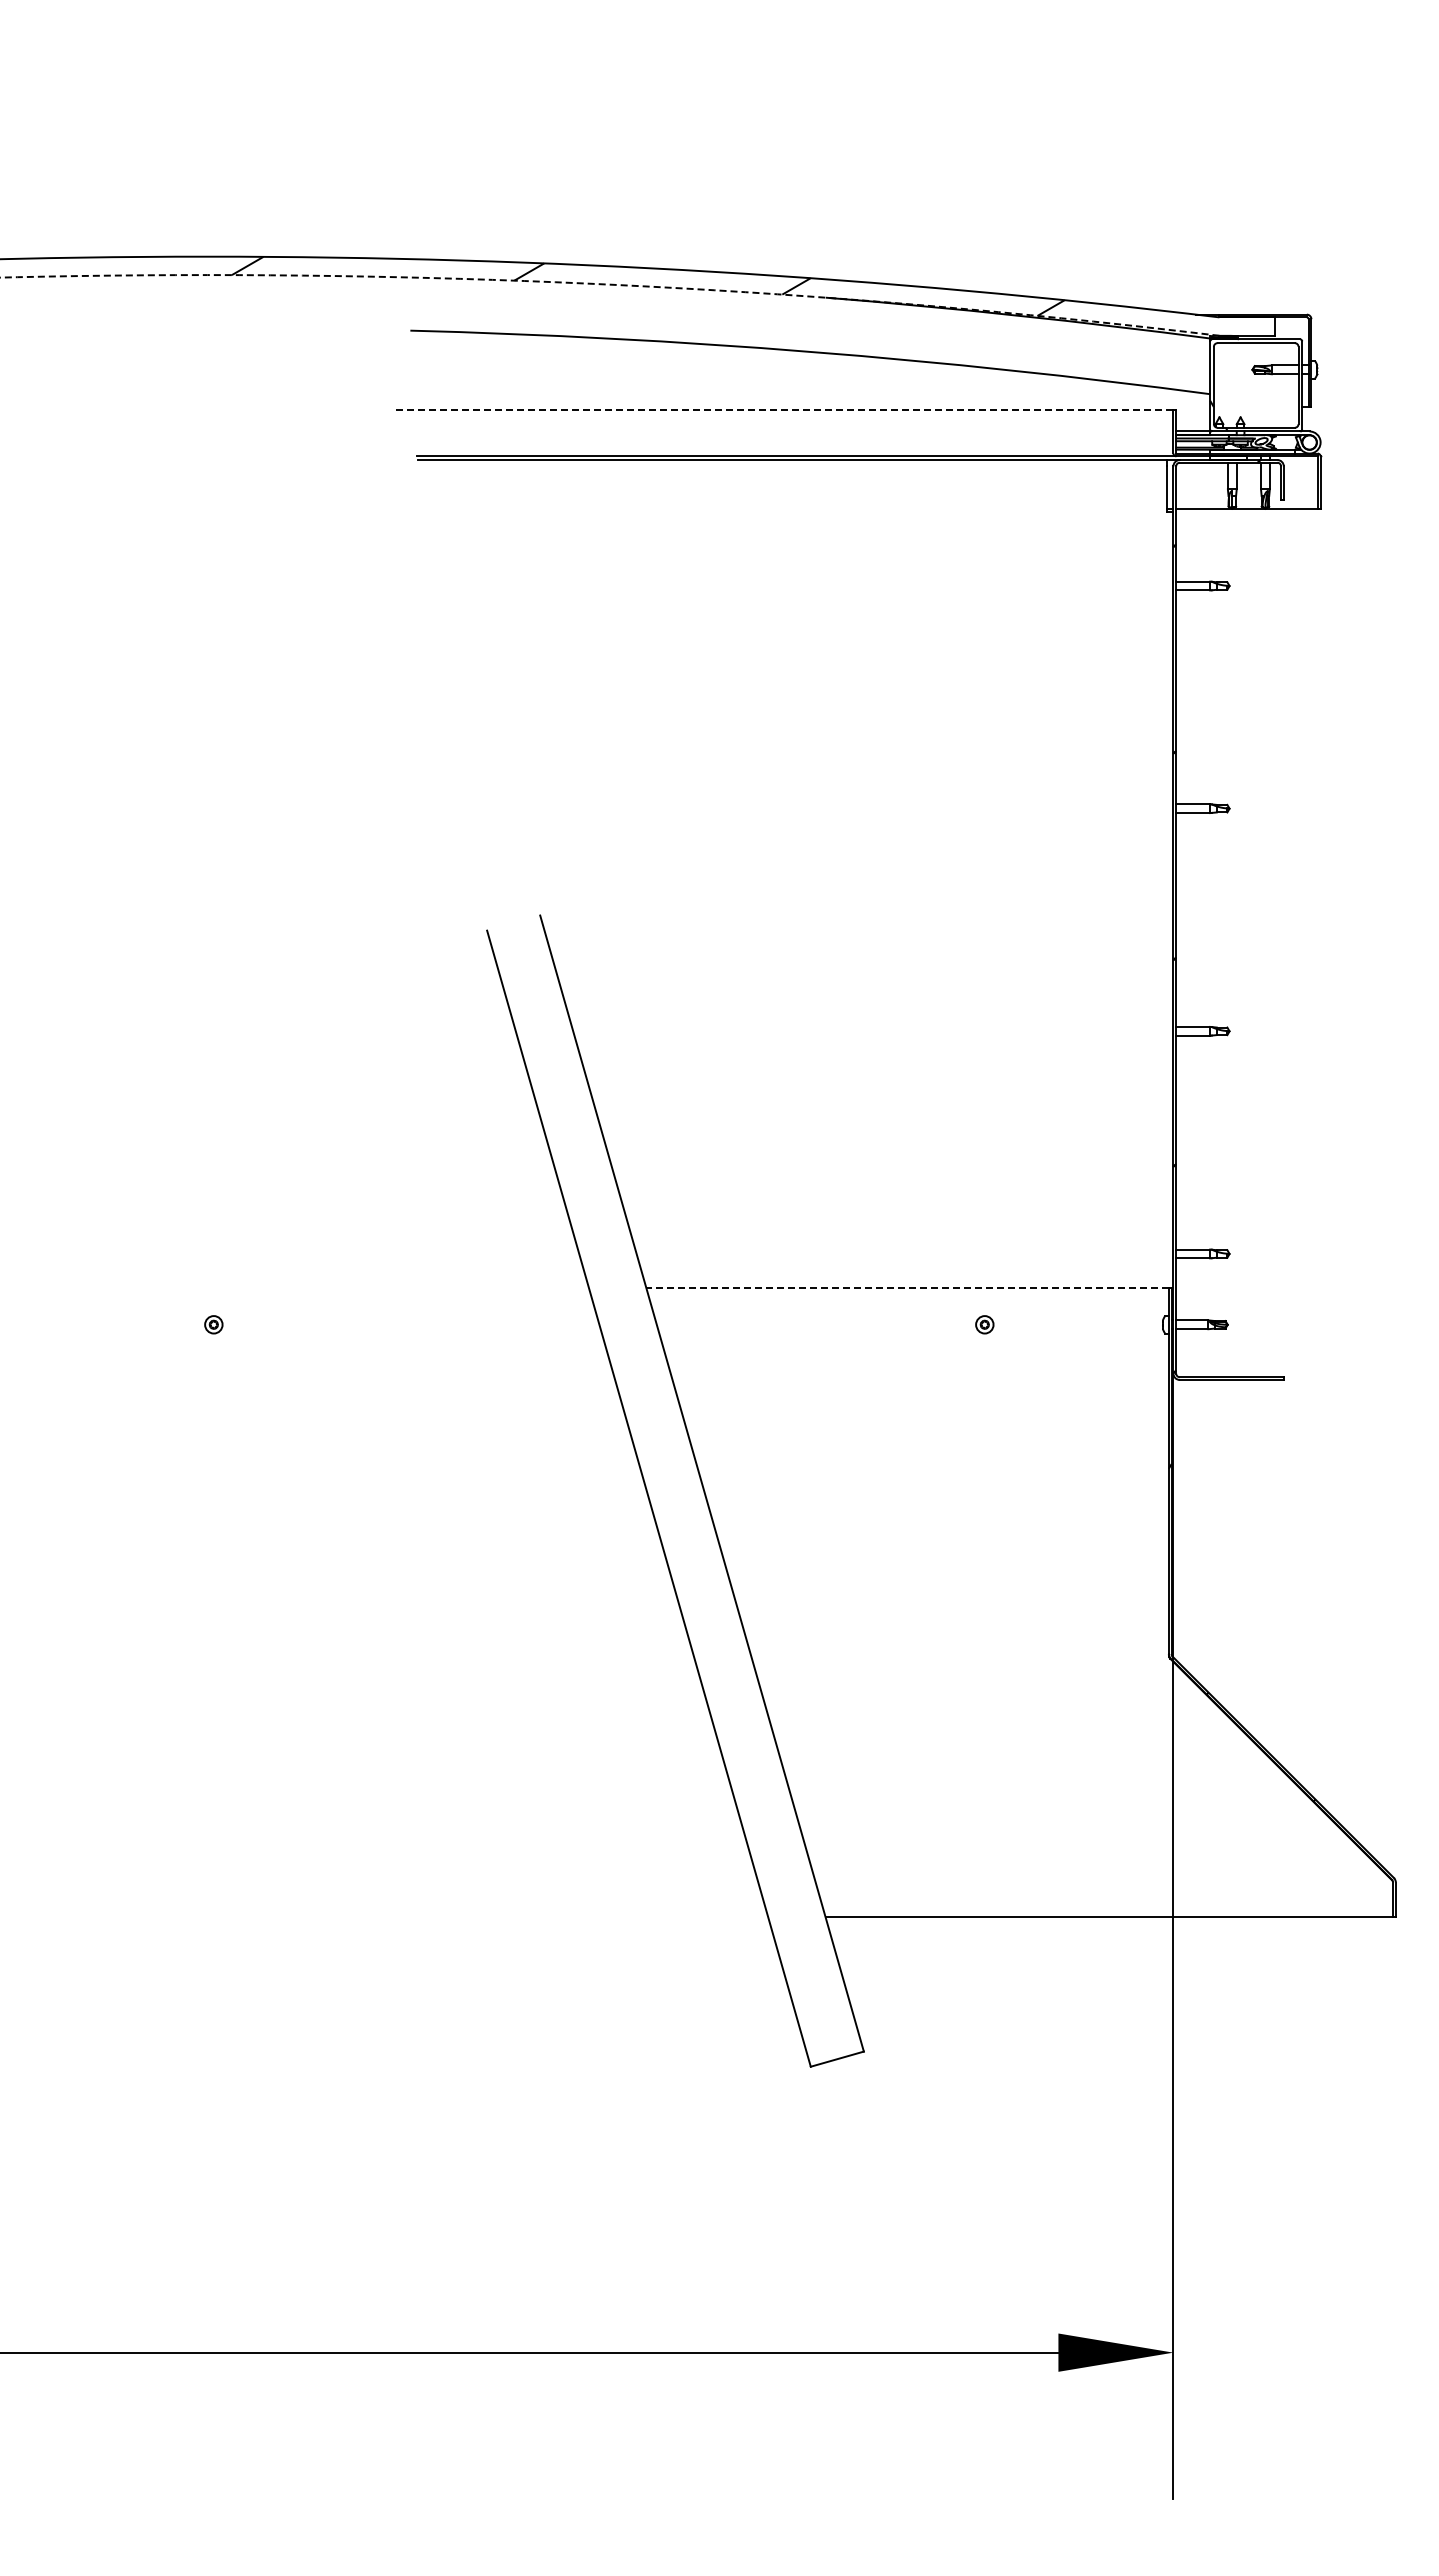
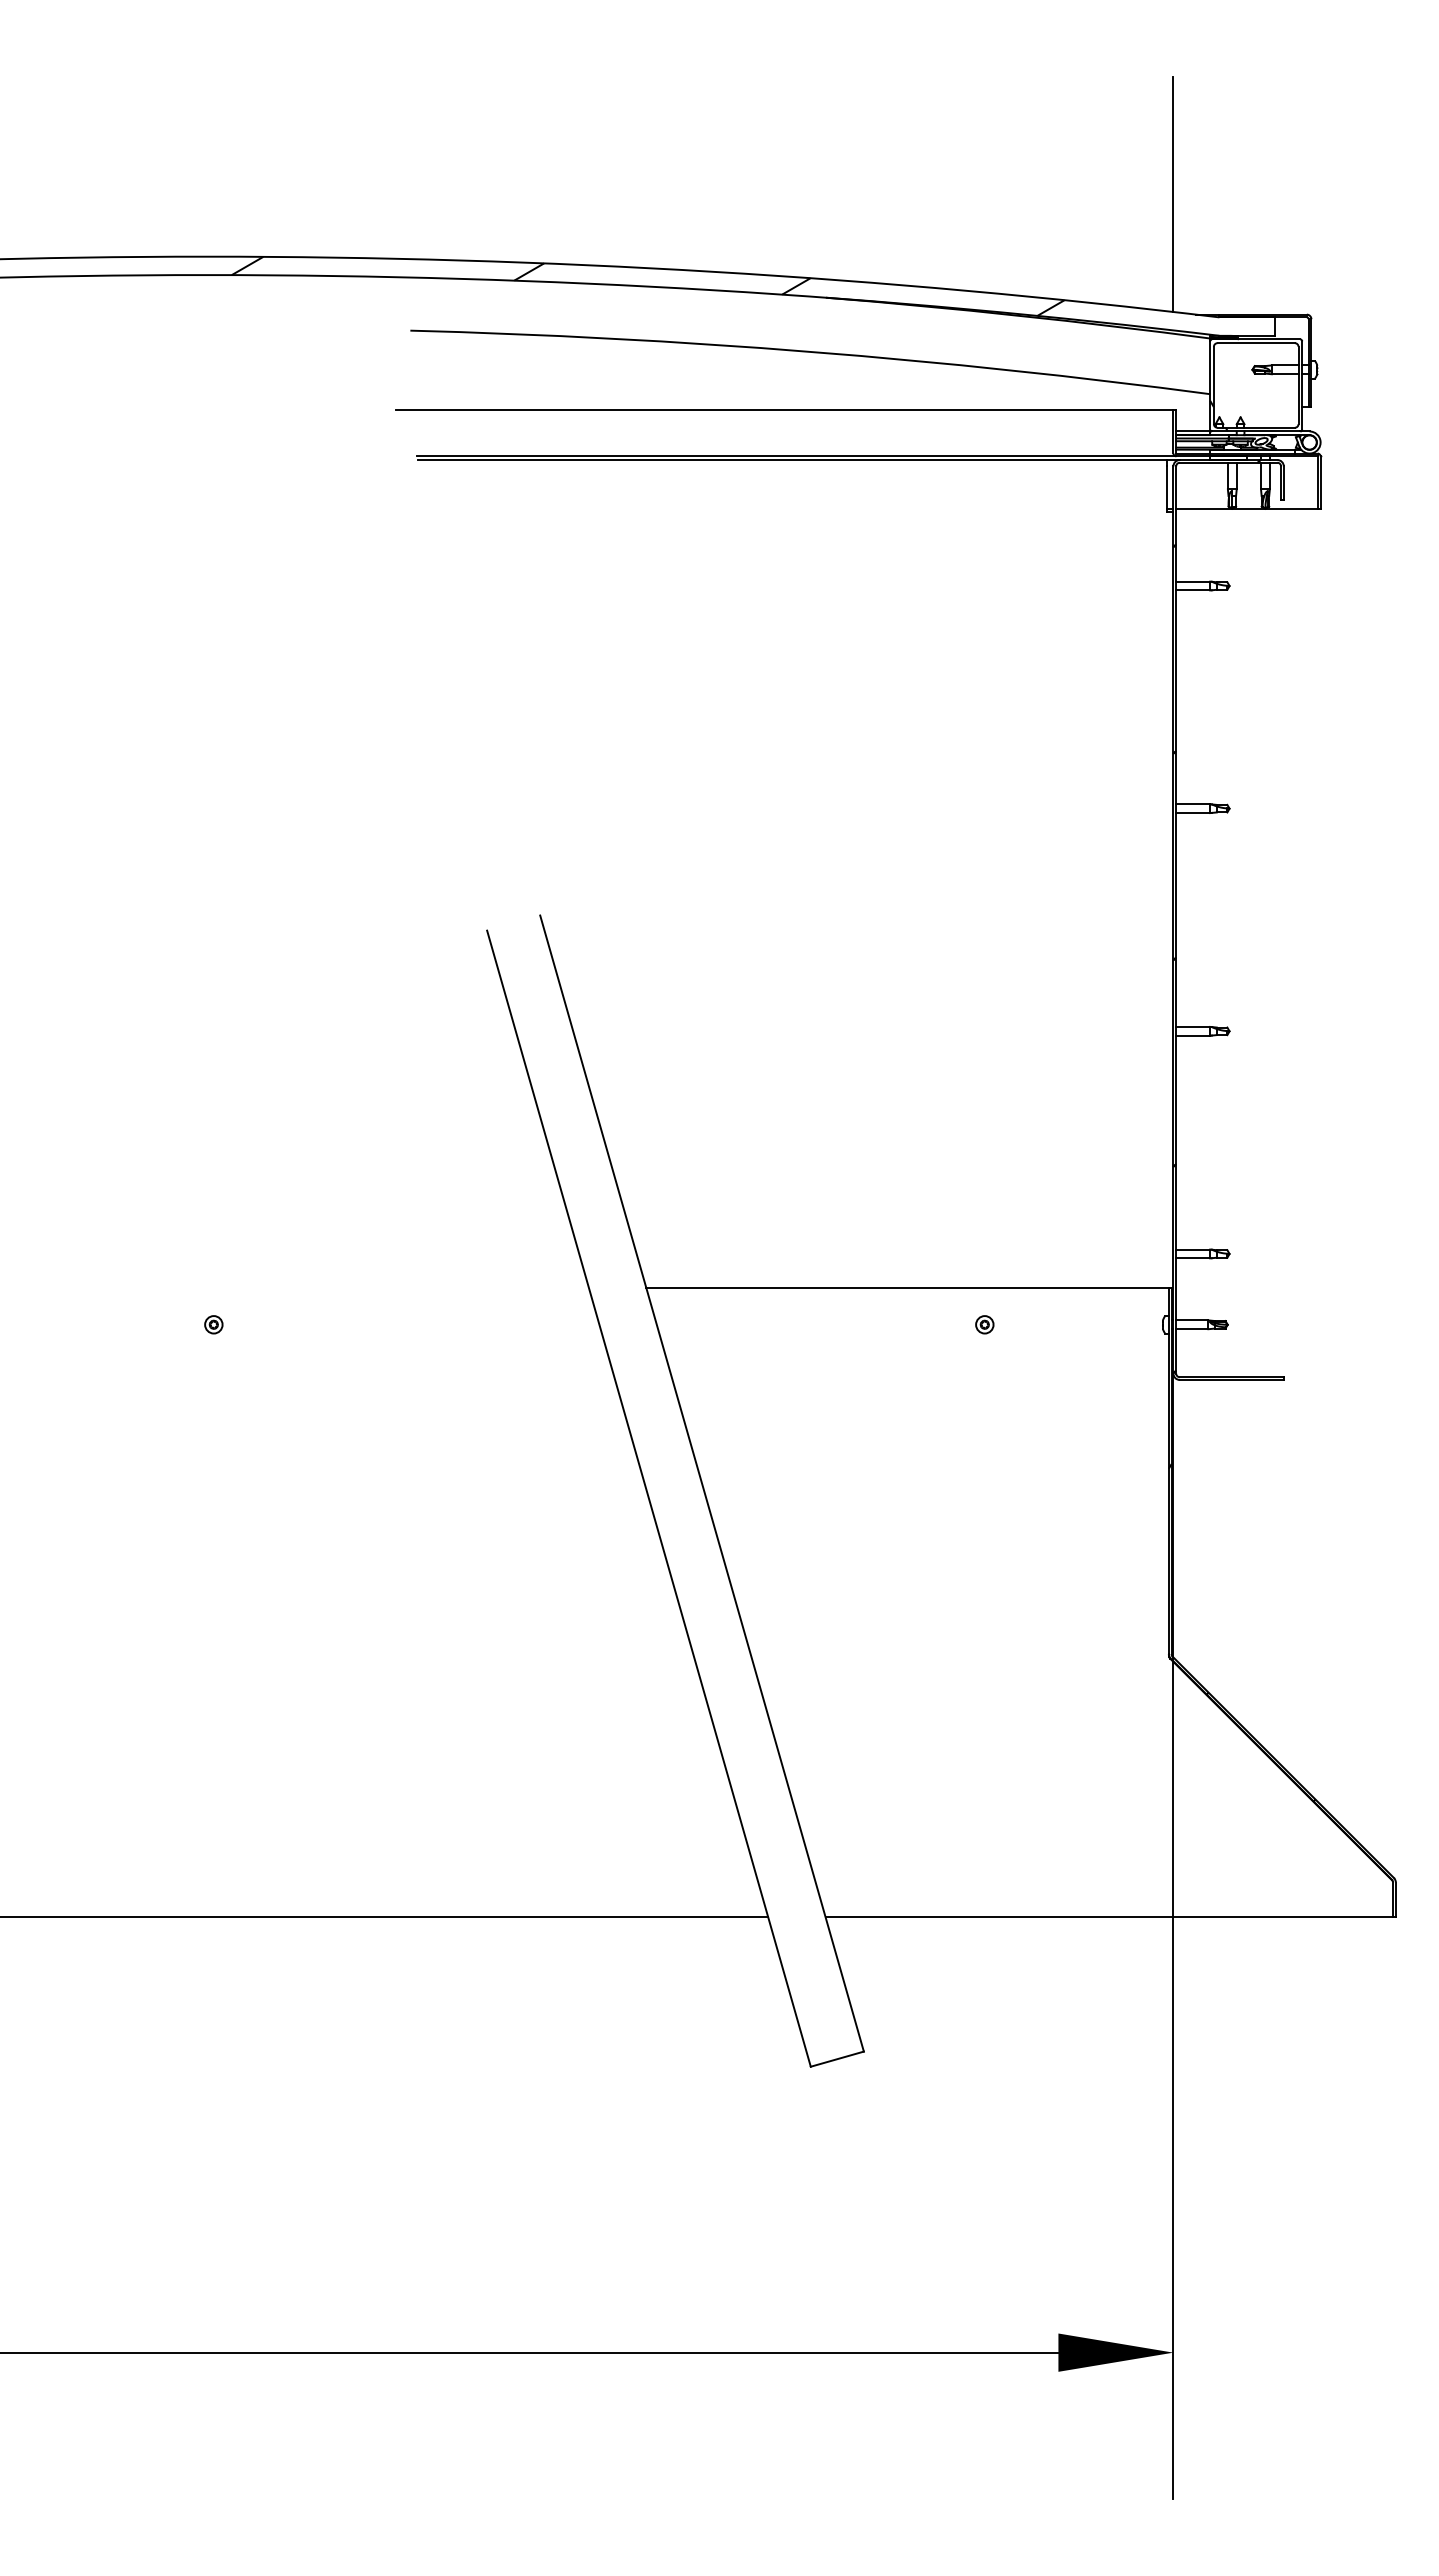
line at (1173, 194): none -> present
arc at (610, 284): dashed -> solid
line at (784, 410): dashed -> solid
line at (907, 1288): dashed -> solid
line at (385, 1917): none -> present
